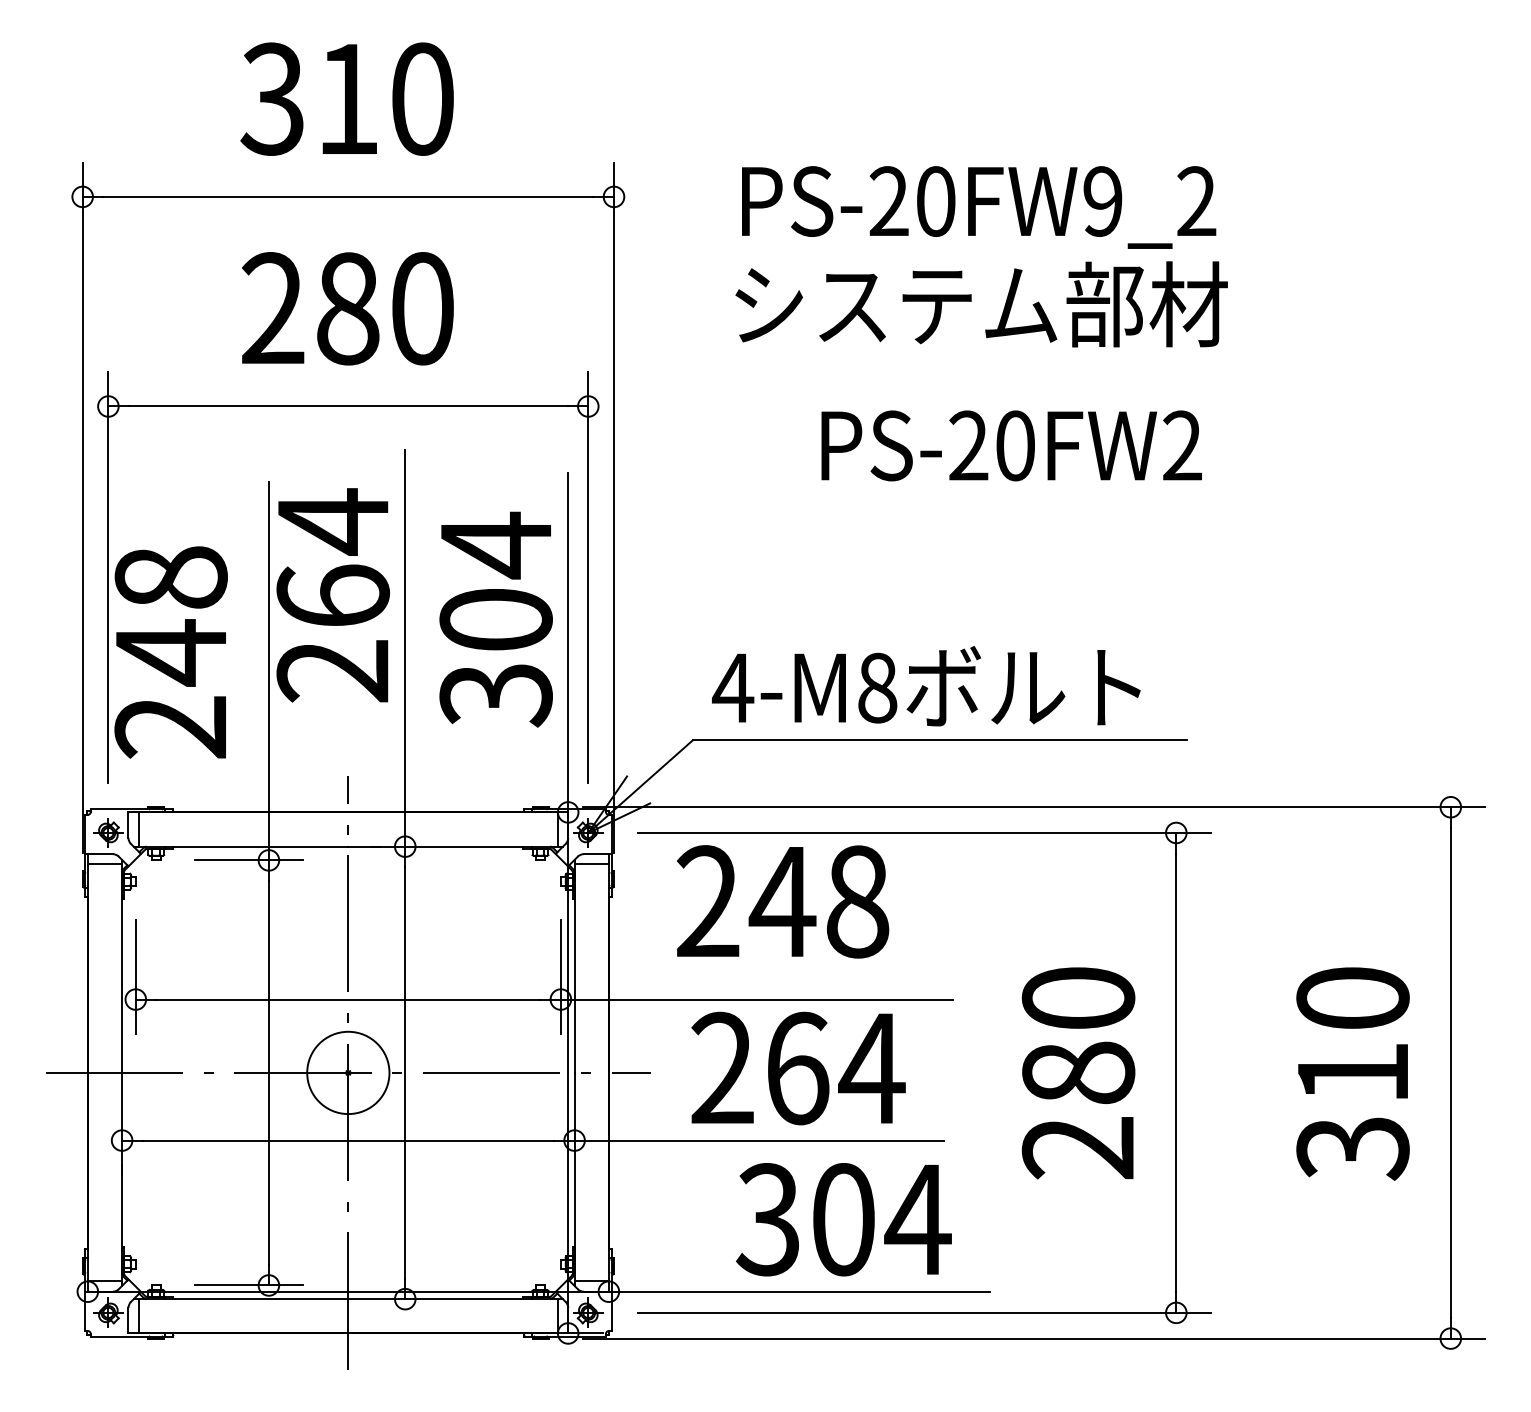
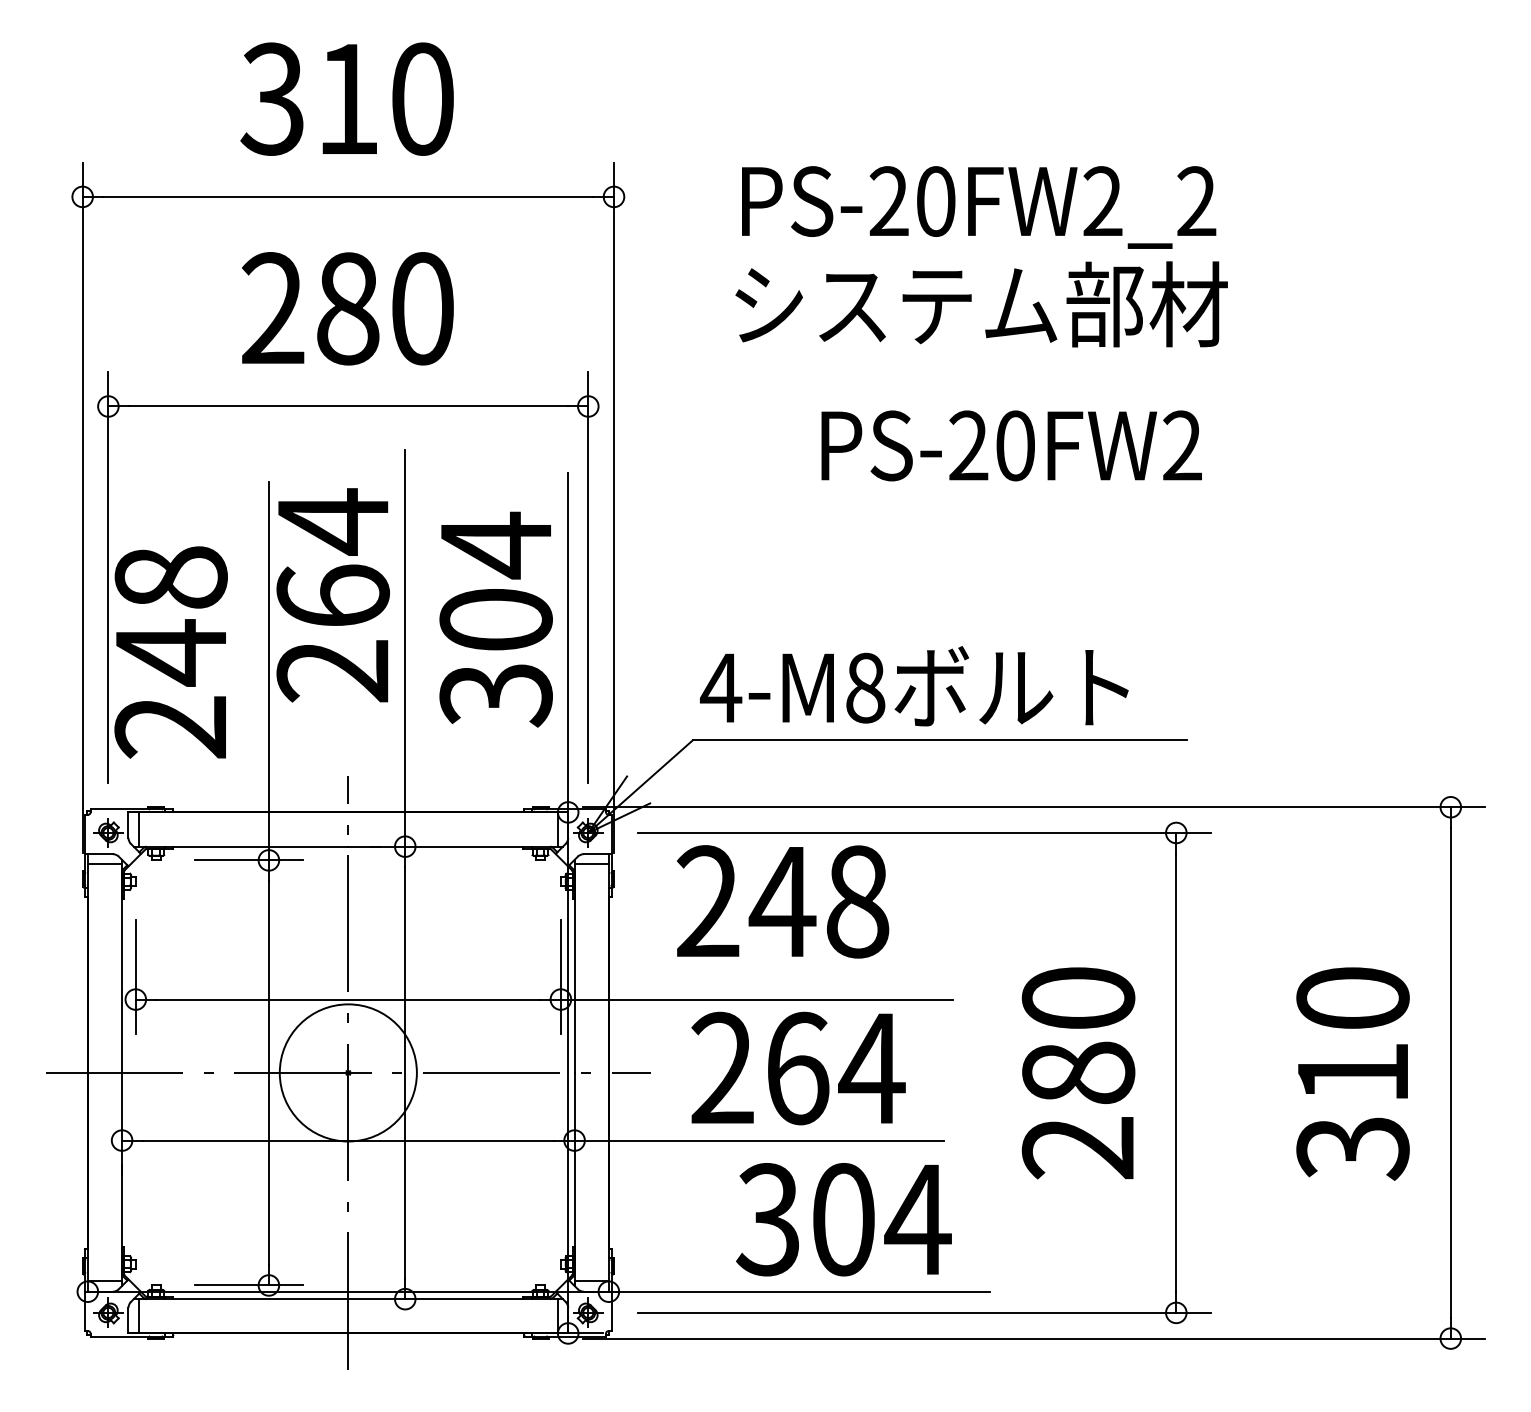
text at (1102, 201): PS-20FW9_2 -> PS-20FW2_2
text at (926, 686) position: (926, 686) -> (914, 686)
circle at (348, 1072) diameter: 82 px -> 137 px
